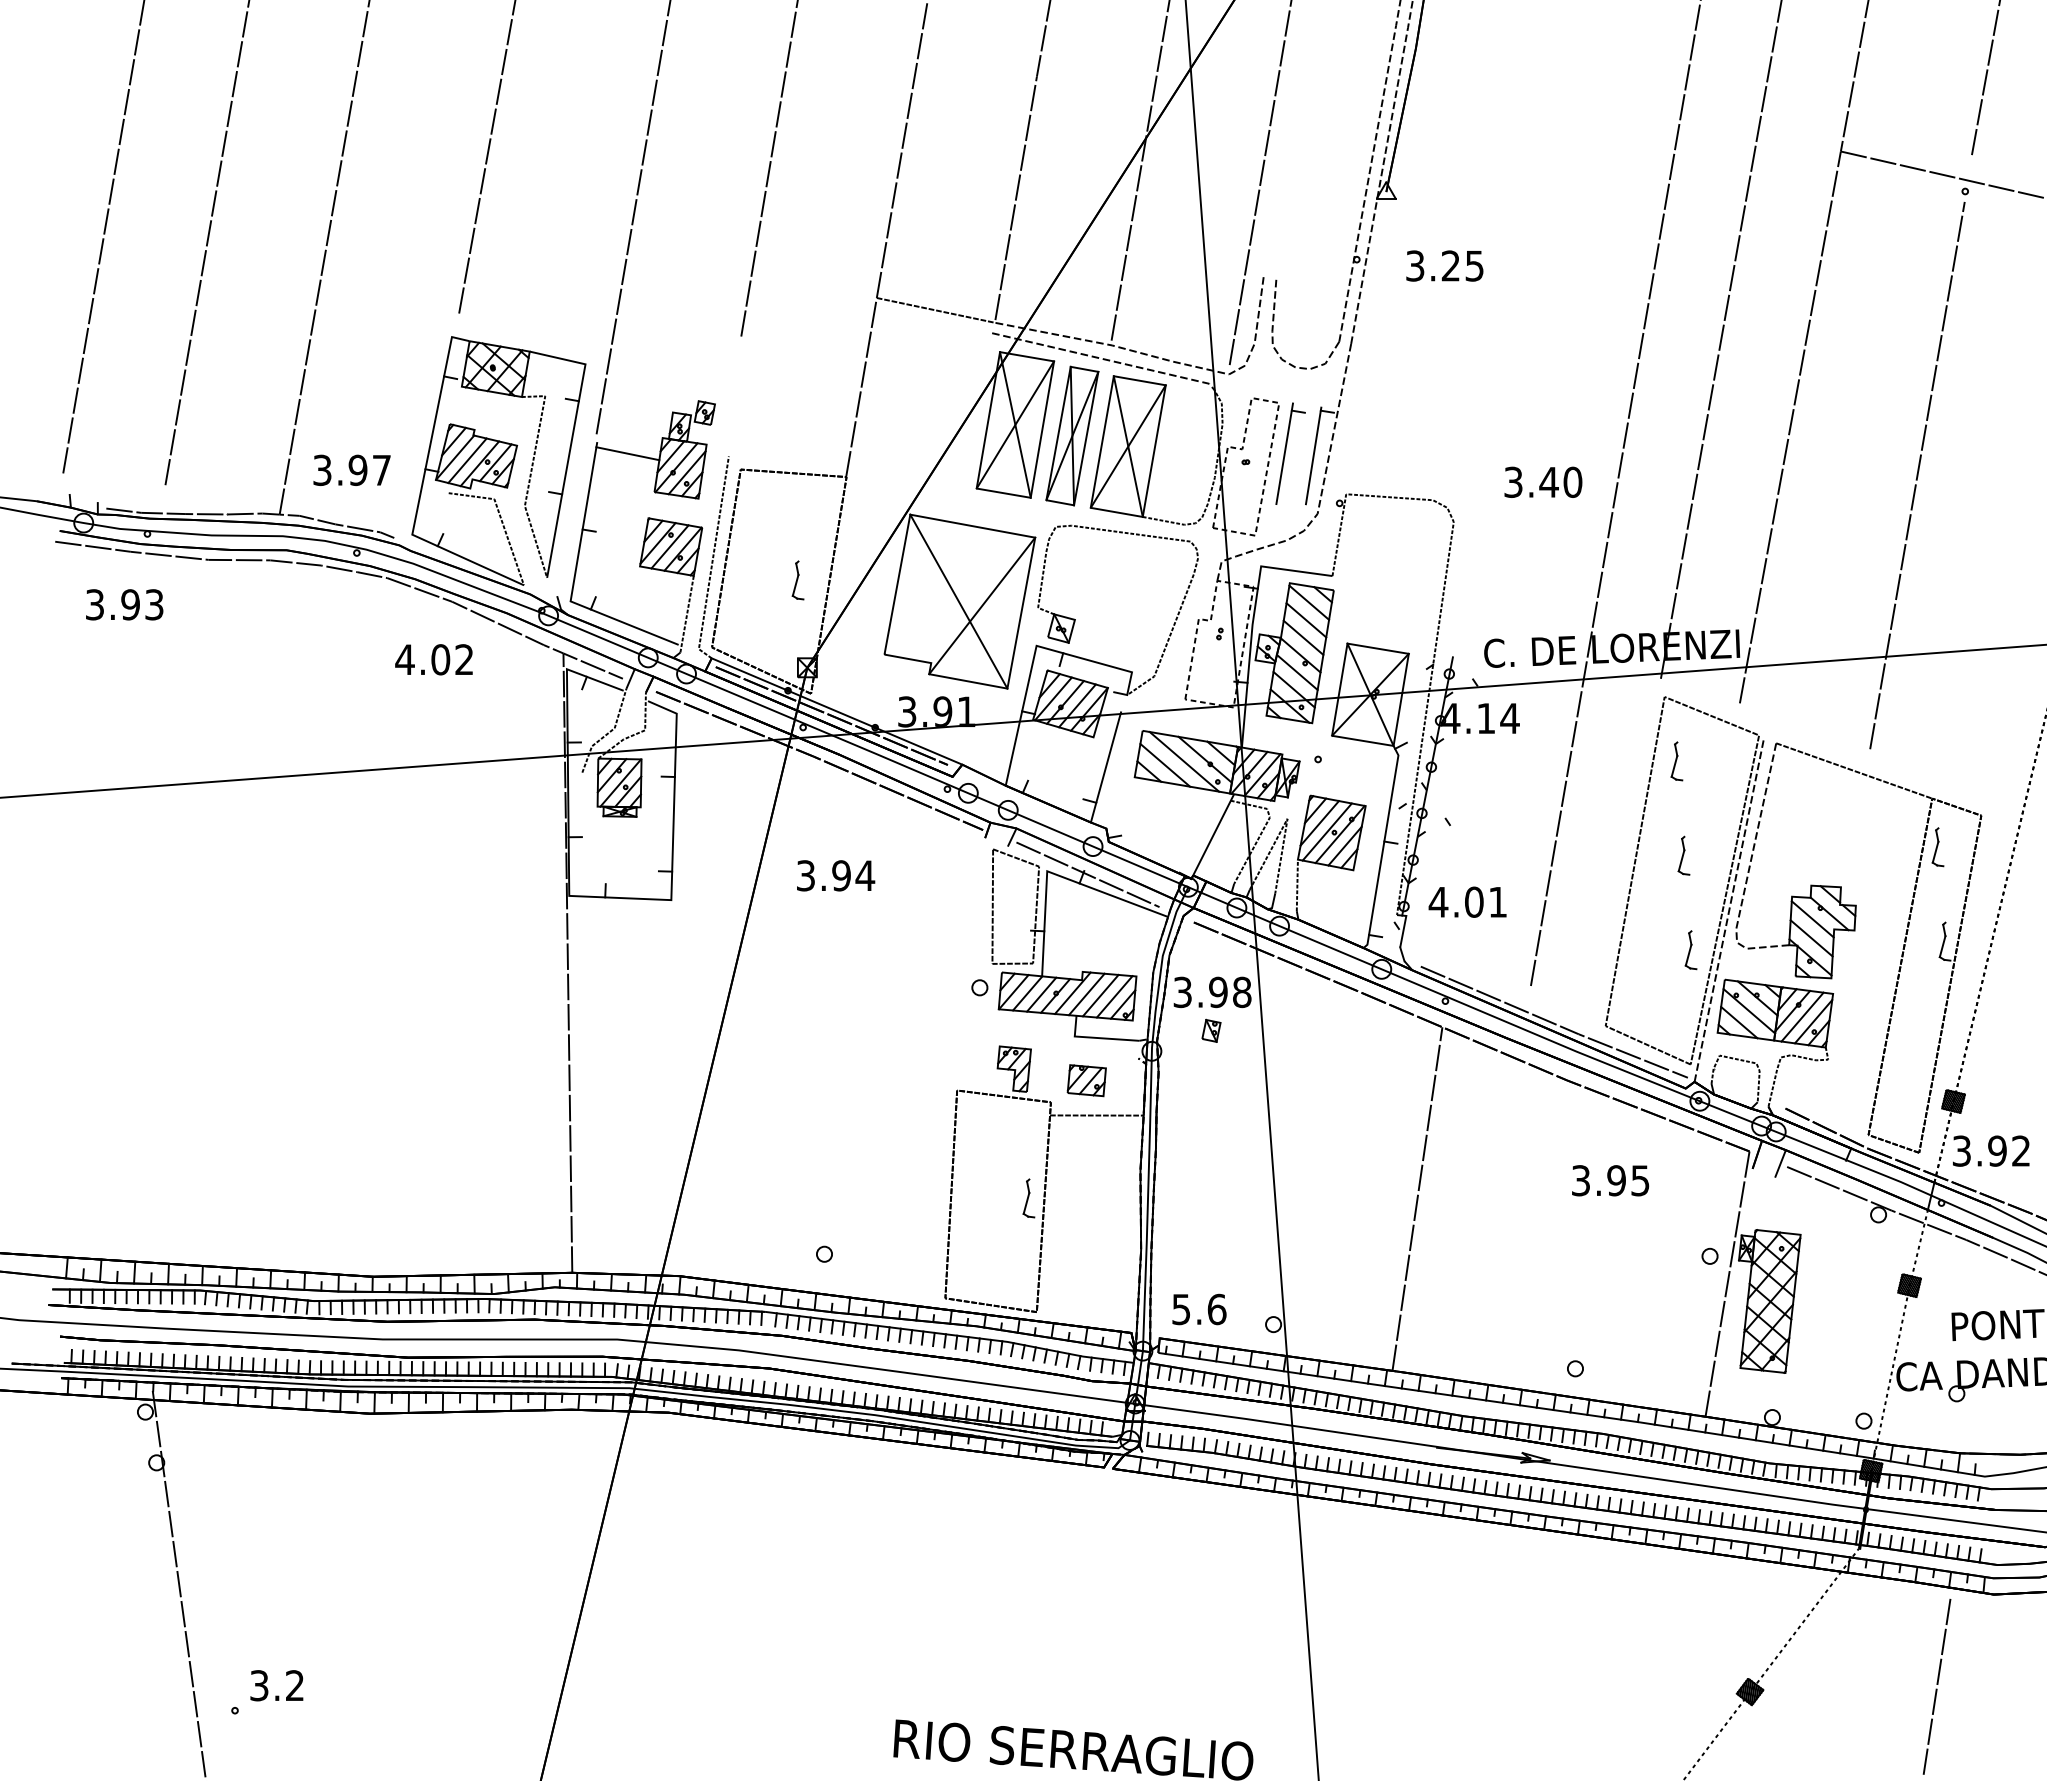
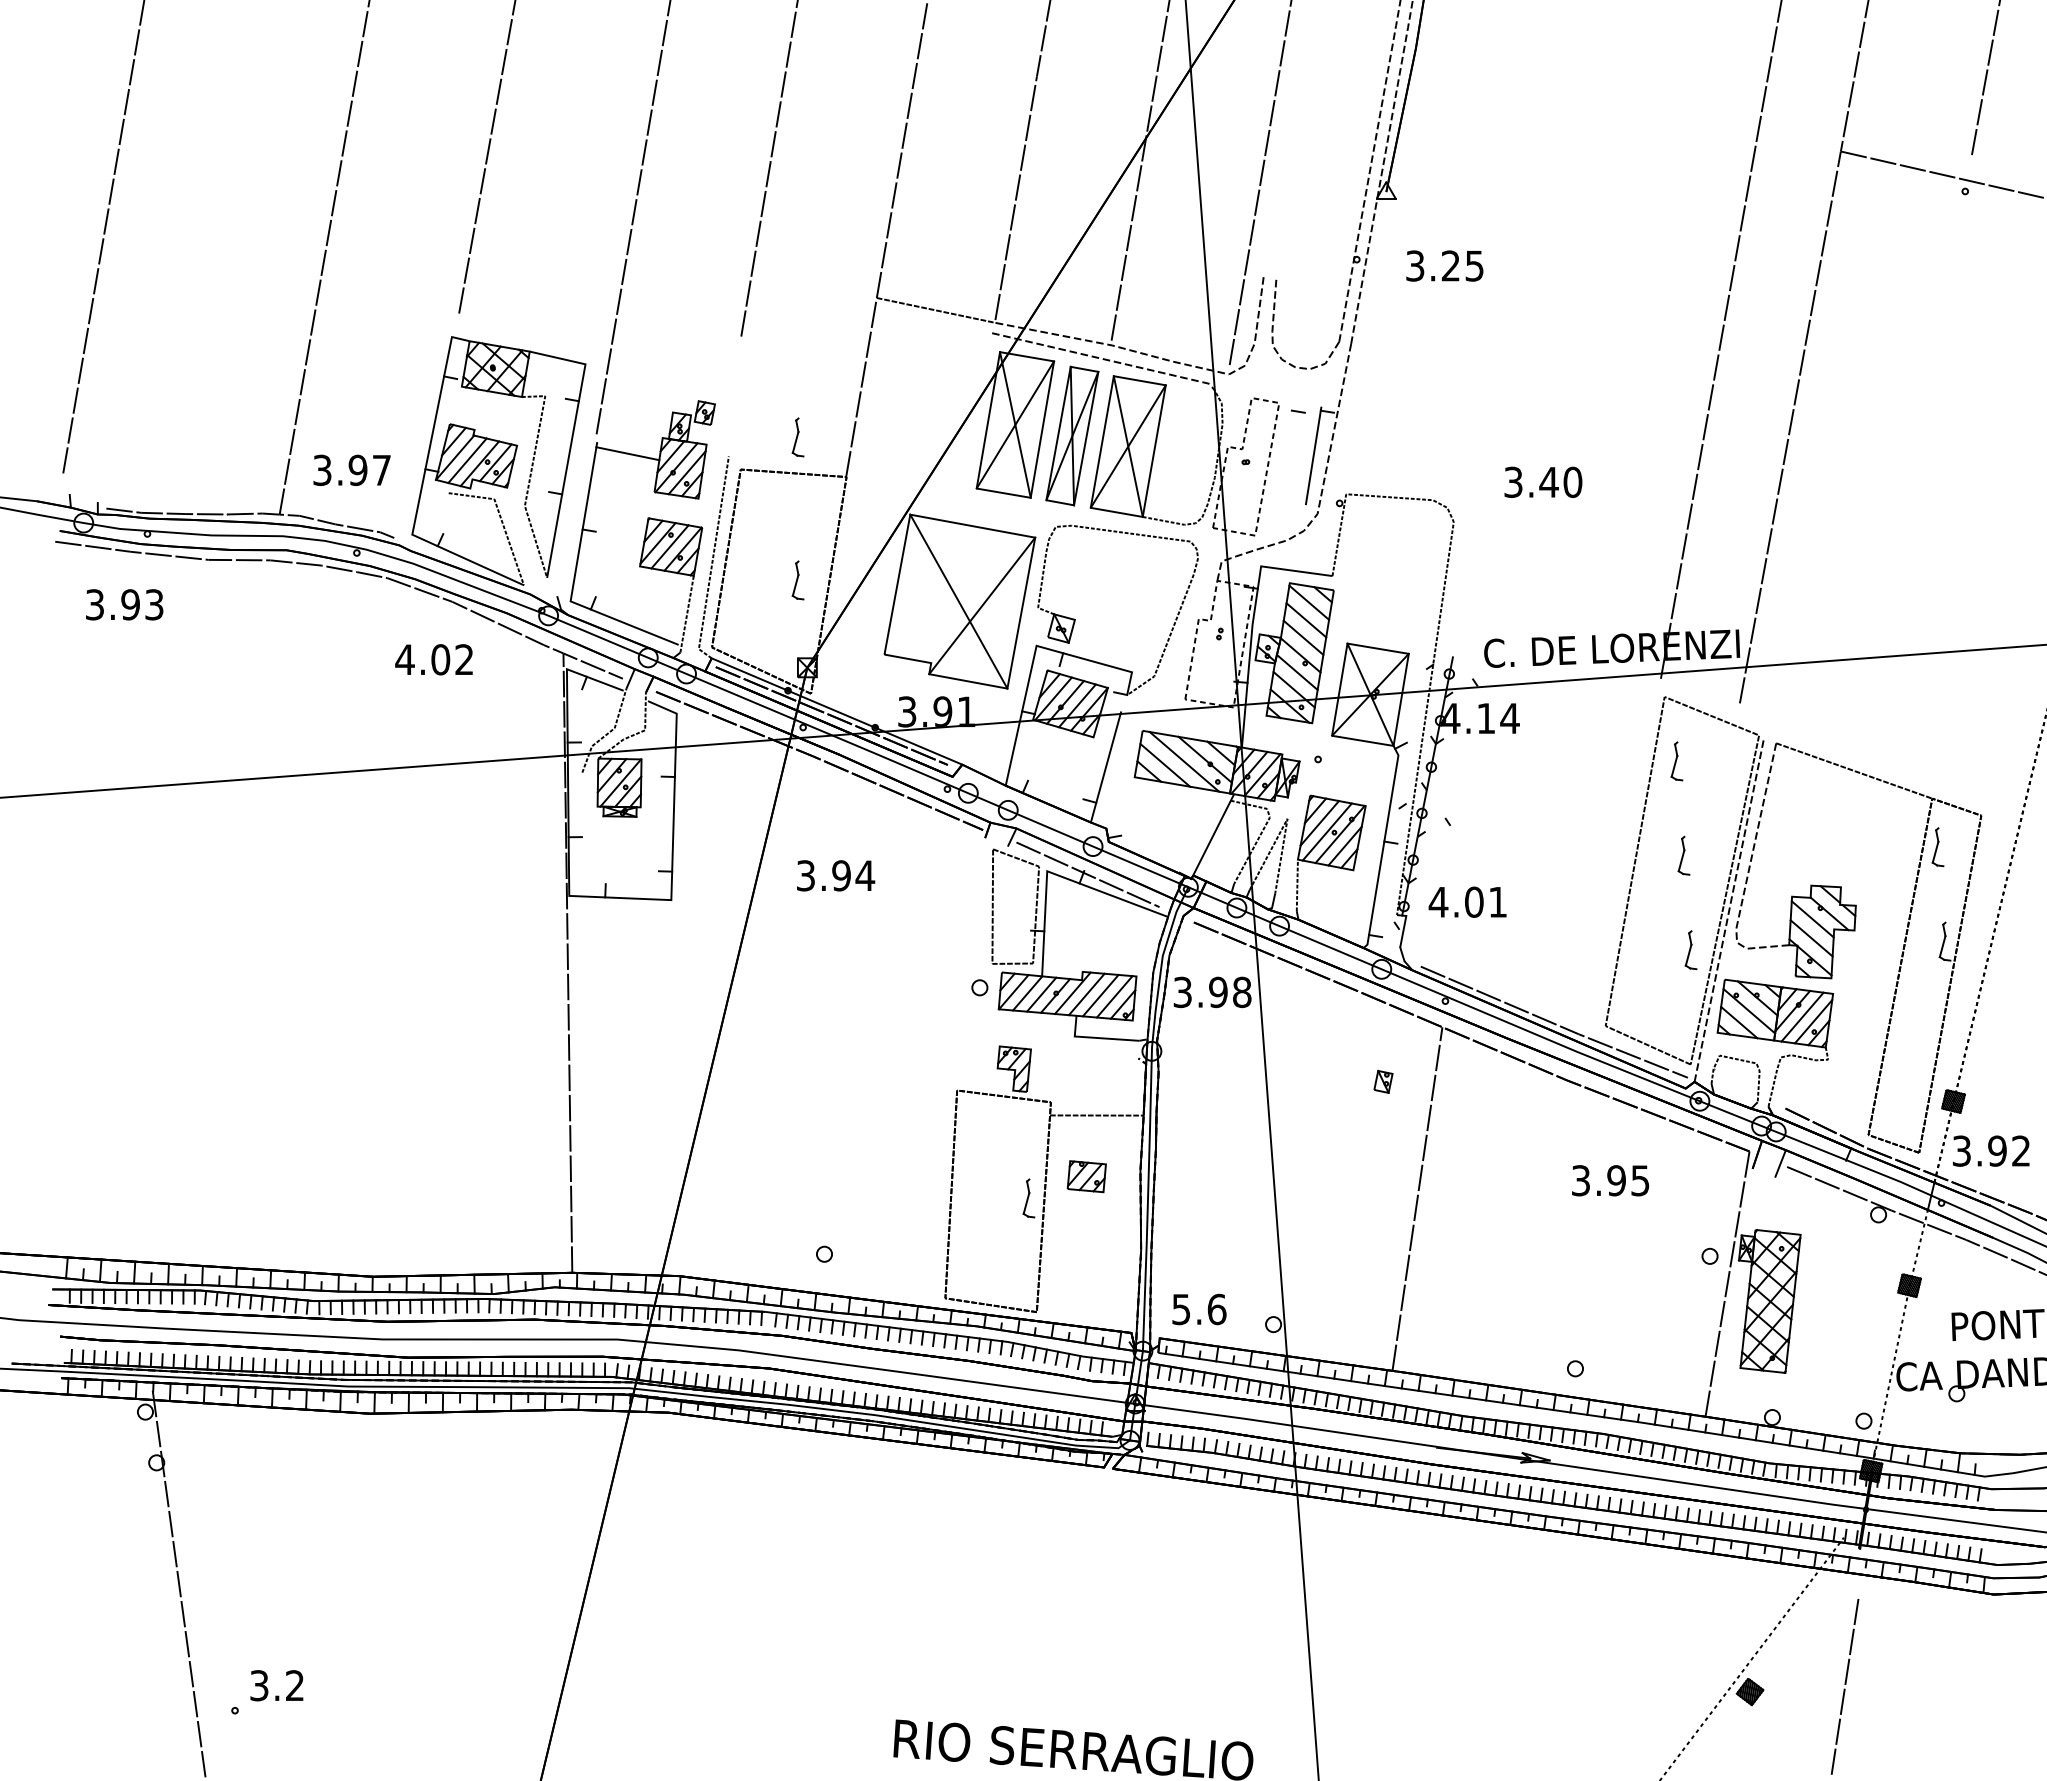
line at (206, 243): present -> none
part at (797, 437): none -> present
line at (1284, 453): present -> none
line at (1917, 475): present -> none
line at (1615, 493): present -> none
part at (1211, 1030) position: (1211, 1030) -> (1383, 1081)
part at (1086, 1080) position: (1086, 1080) -> (1086, 1176)
line at (1771, 1662) position: (1771, 1662) -> (1752, 1657)
line at (1936, 1684) position: (1936, 1684) -> (1844, 1684)
